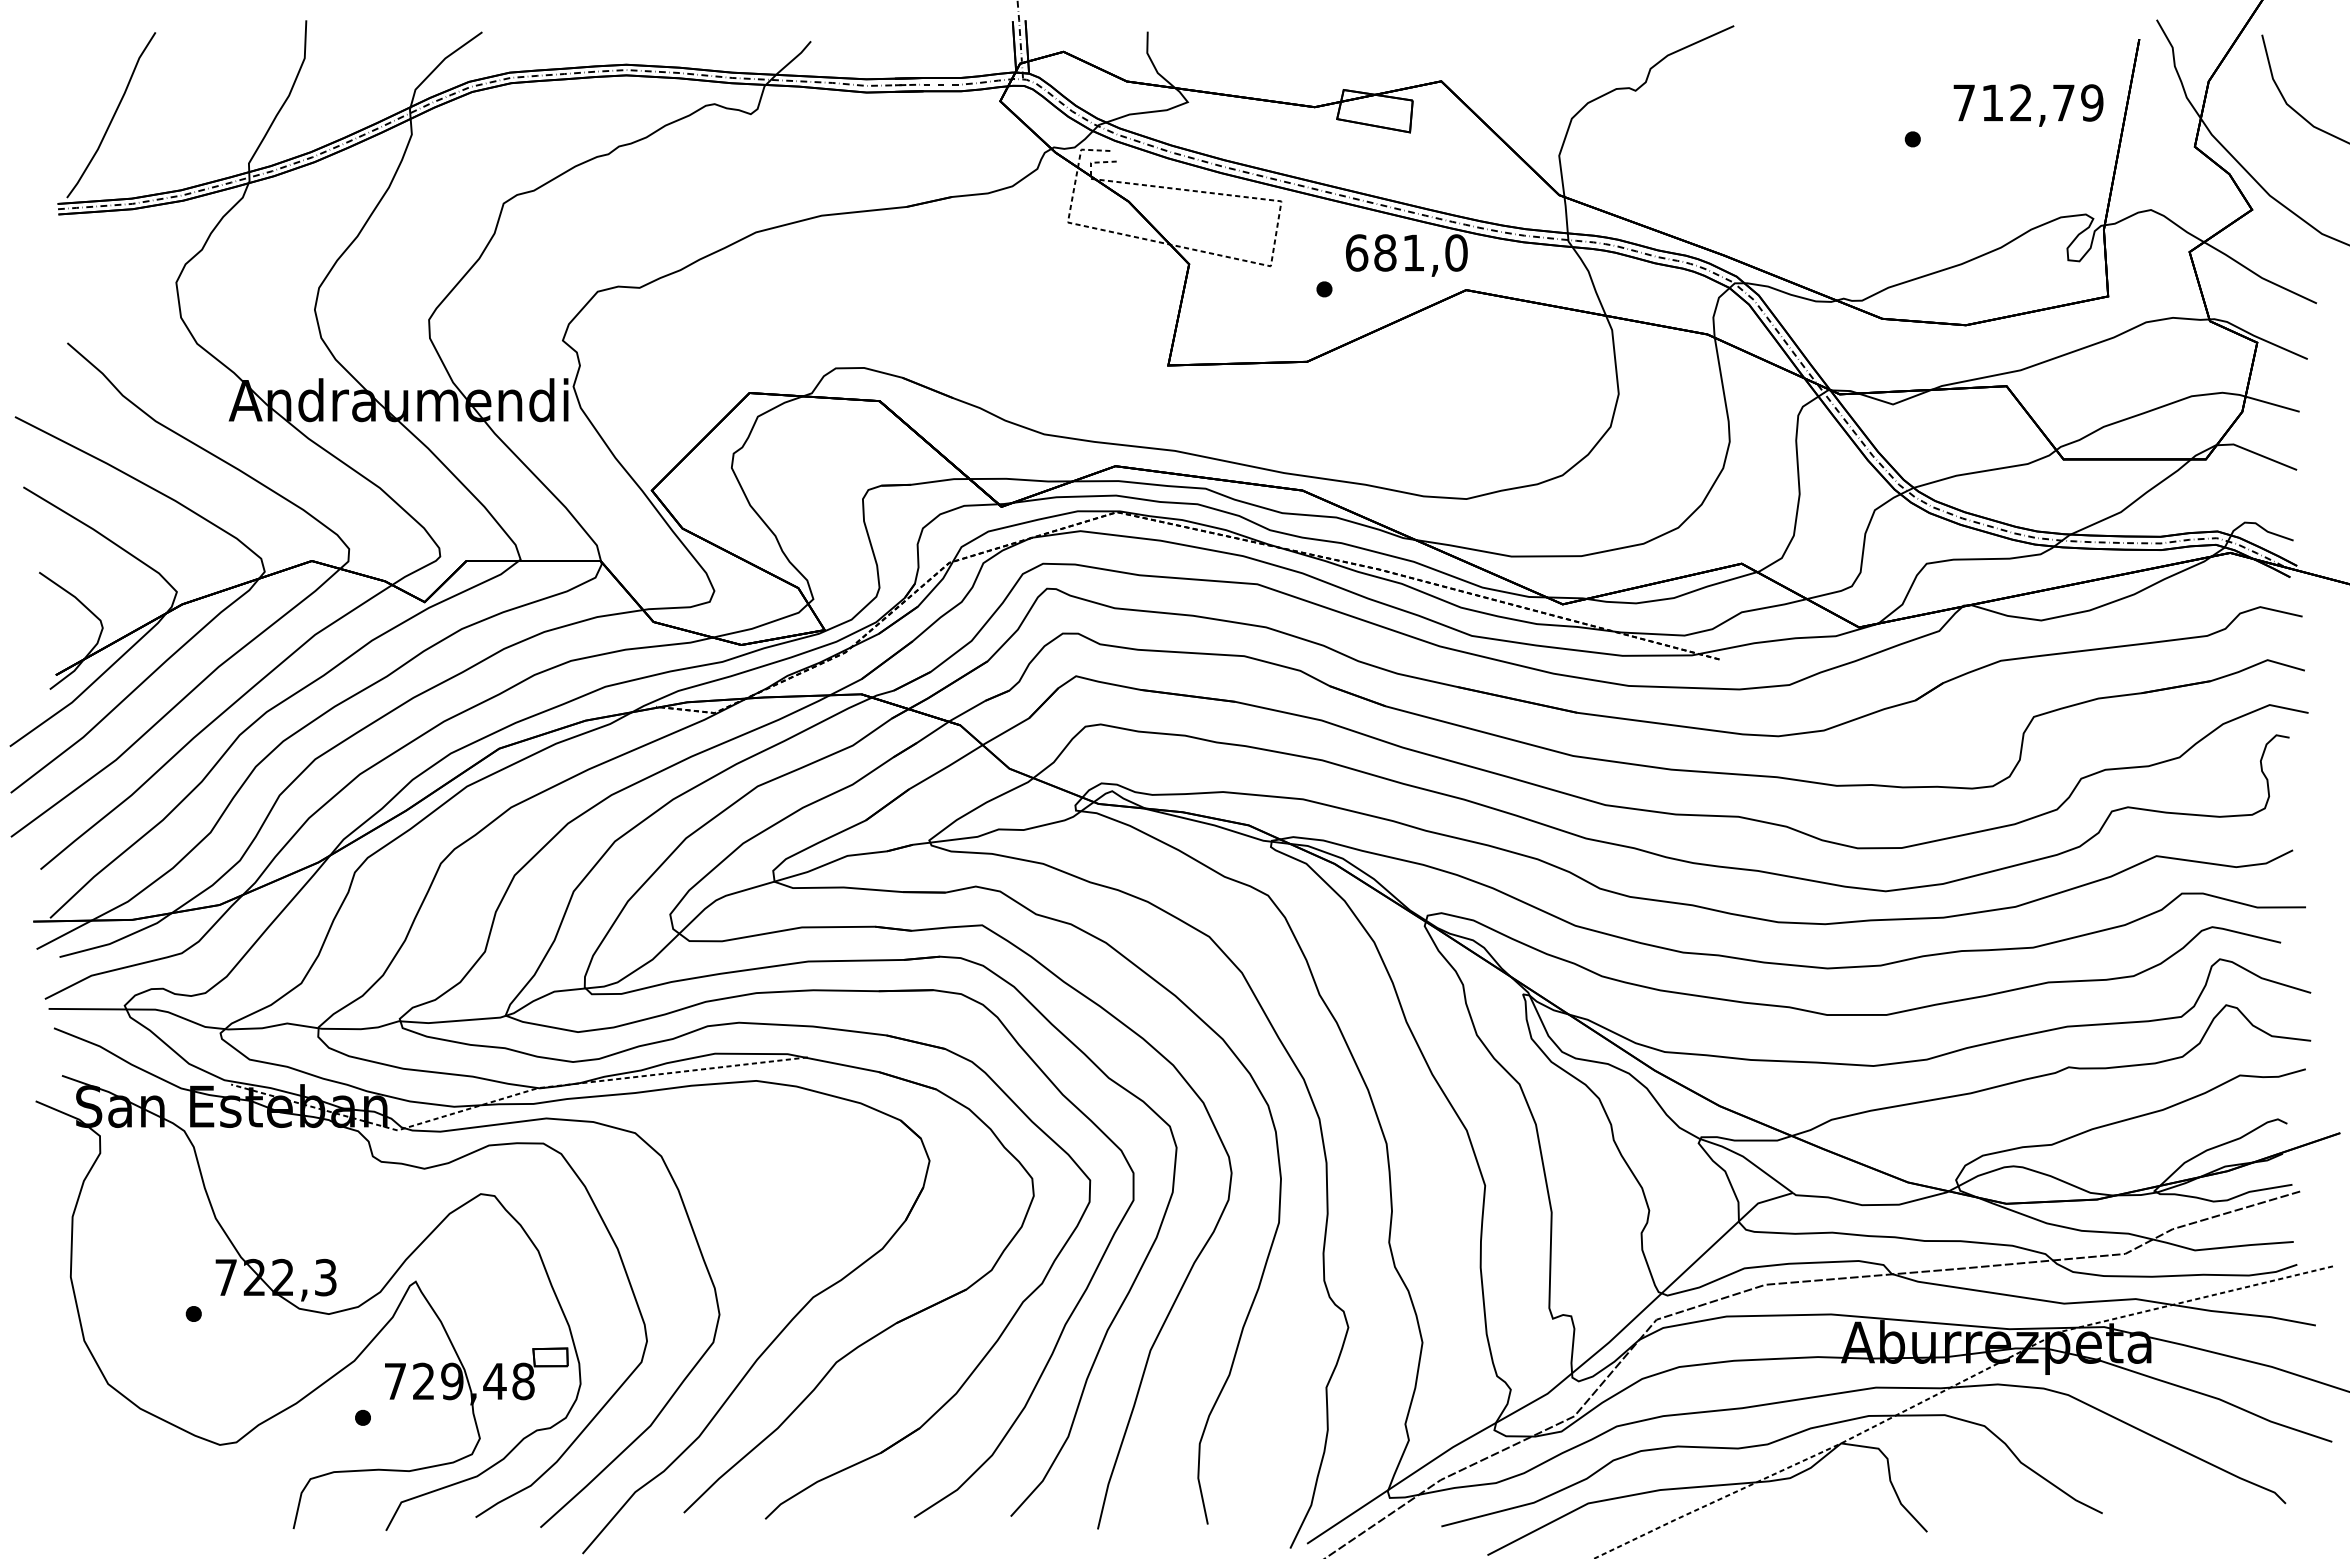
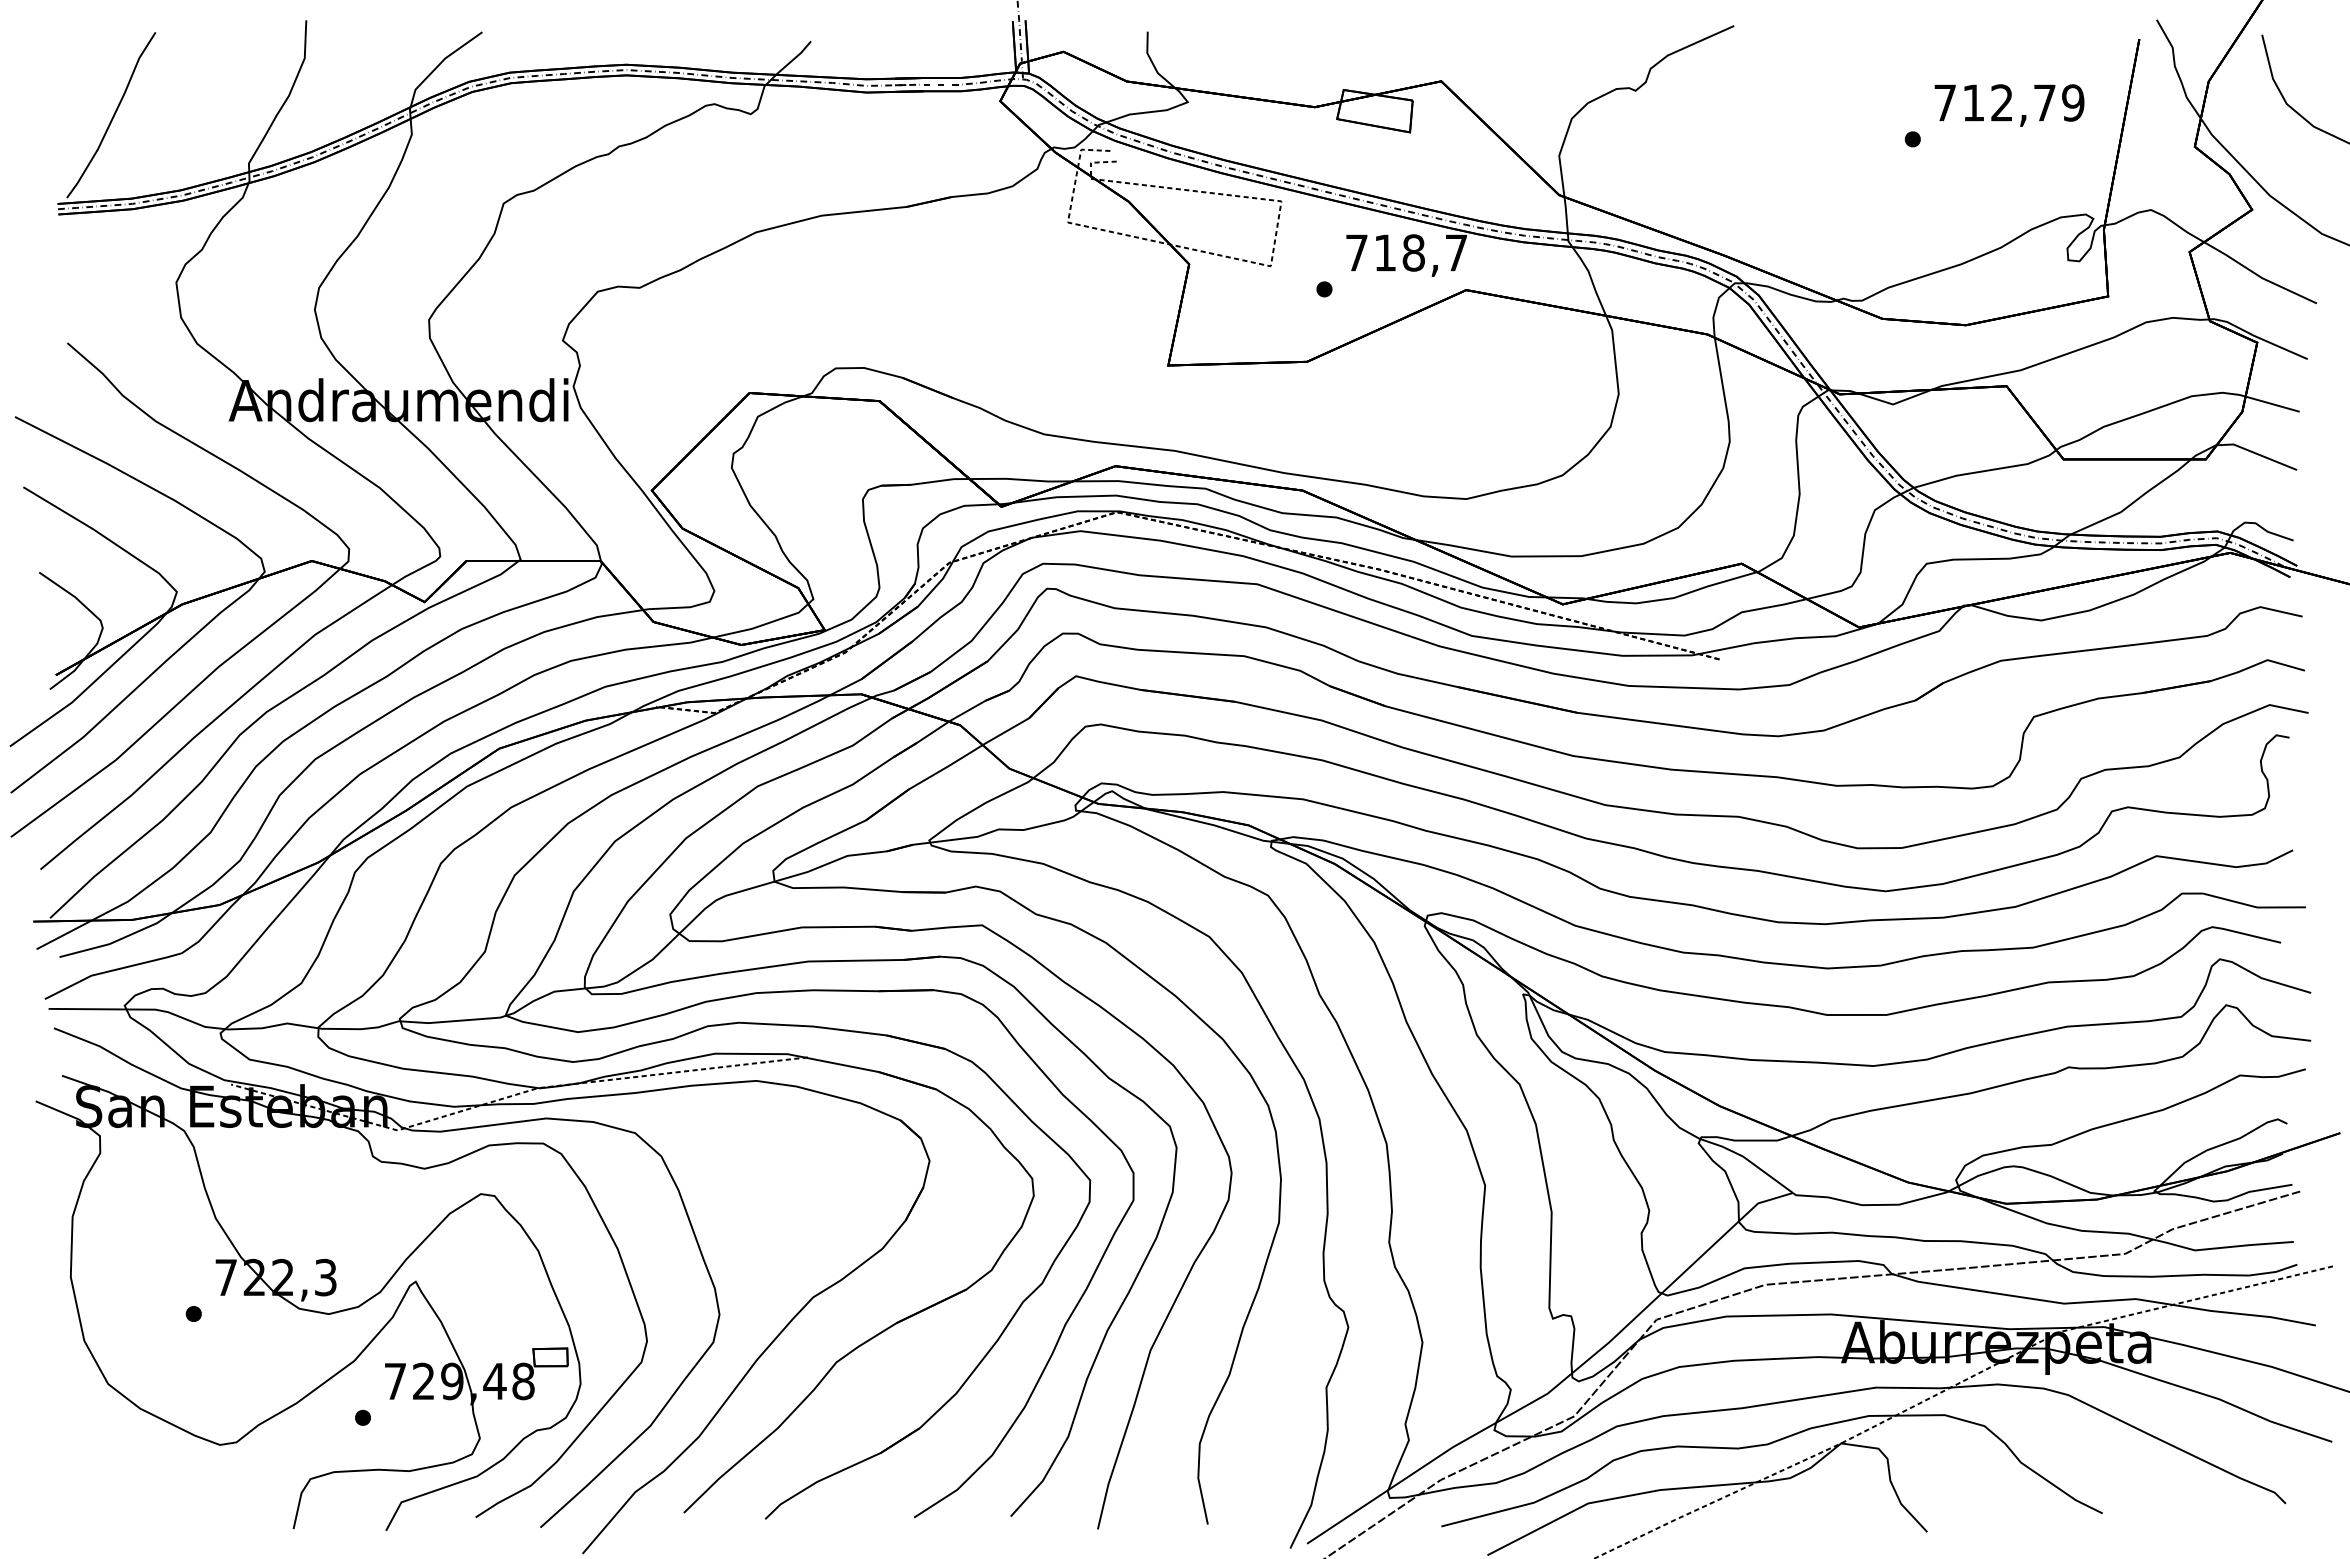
text at (2028, 105) position: (2028, 105) -> (2009, 105)
text at (1406, 252): 681,0 -> 718,7
